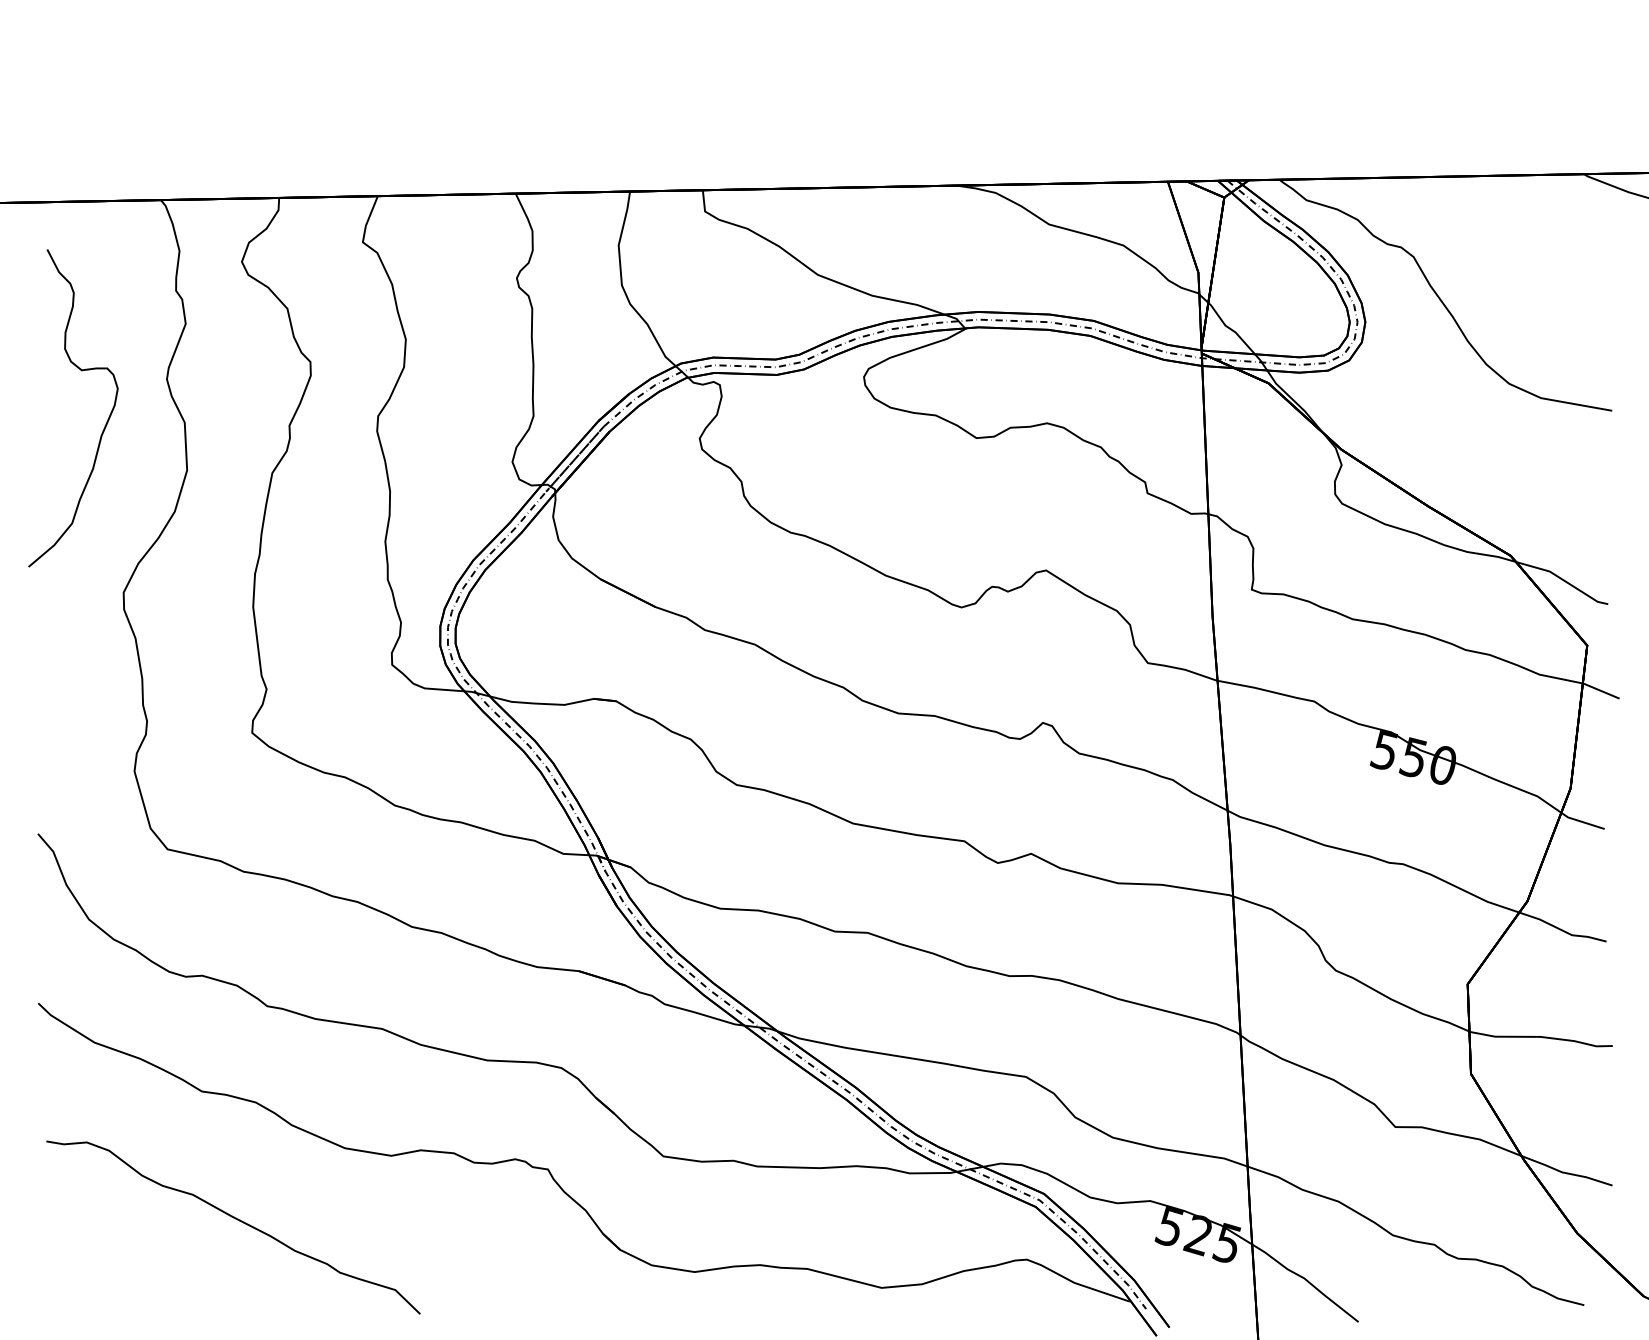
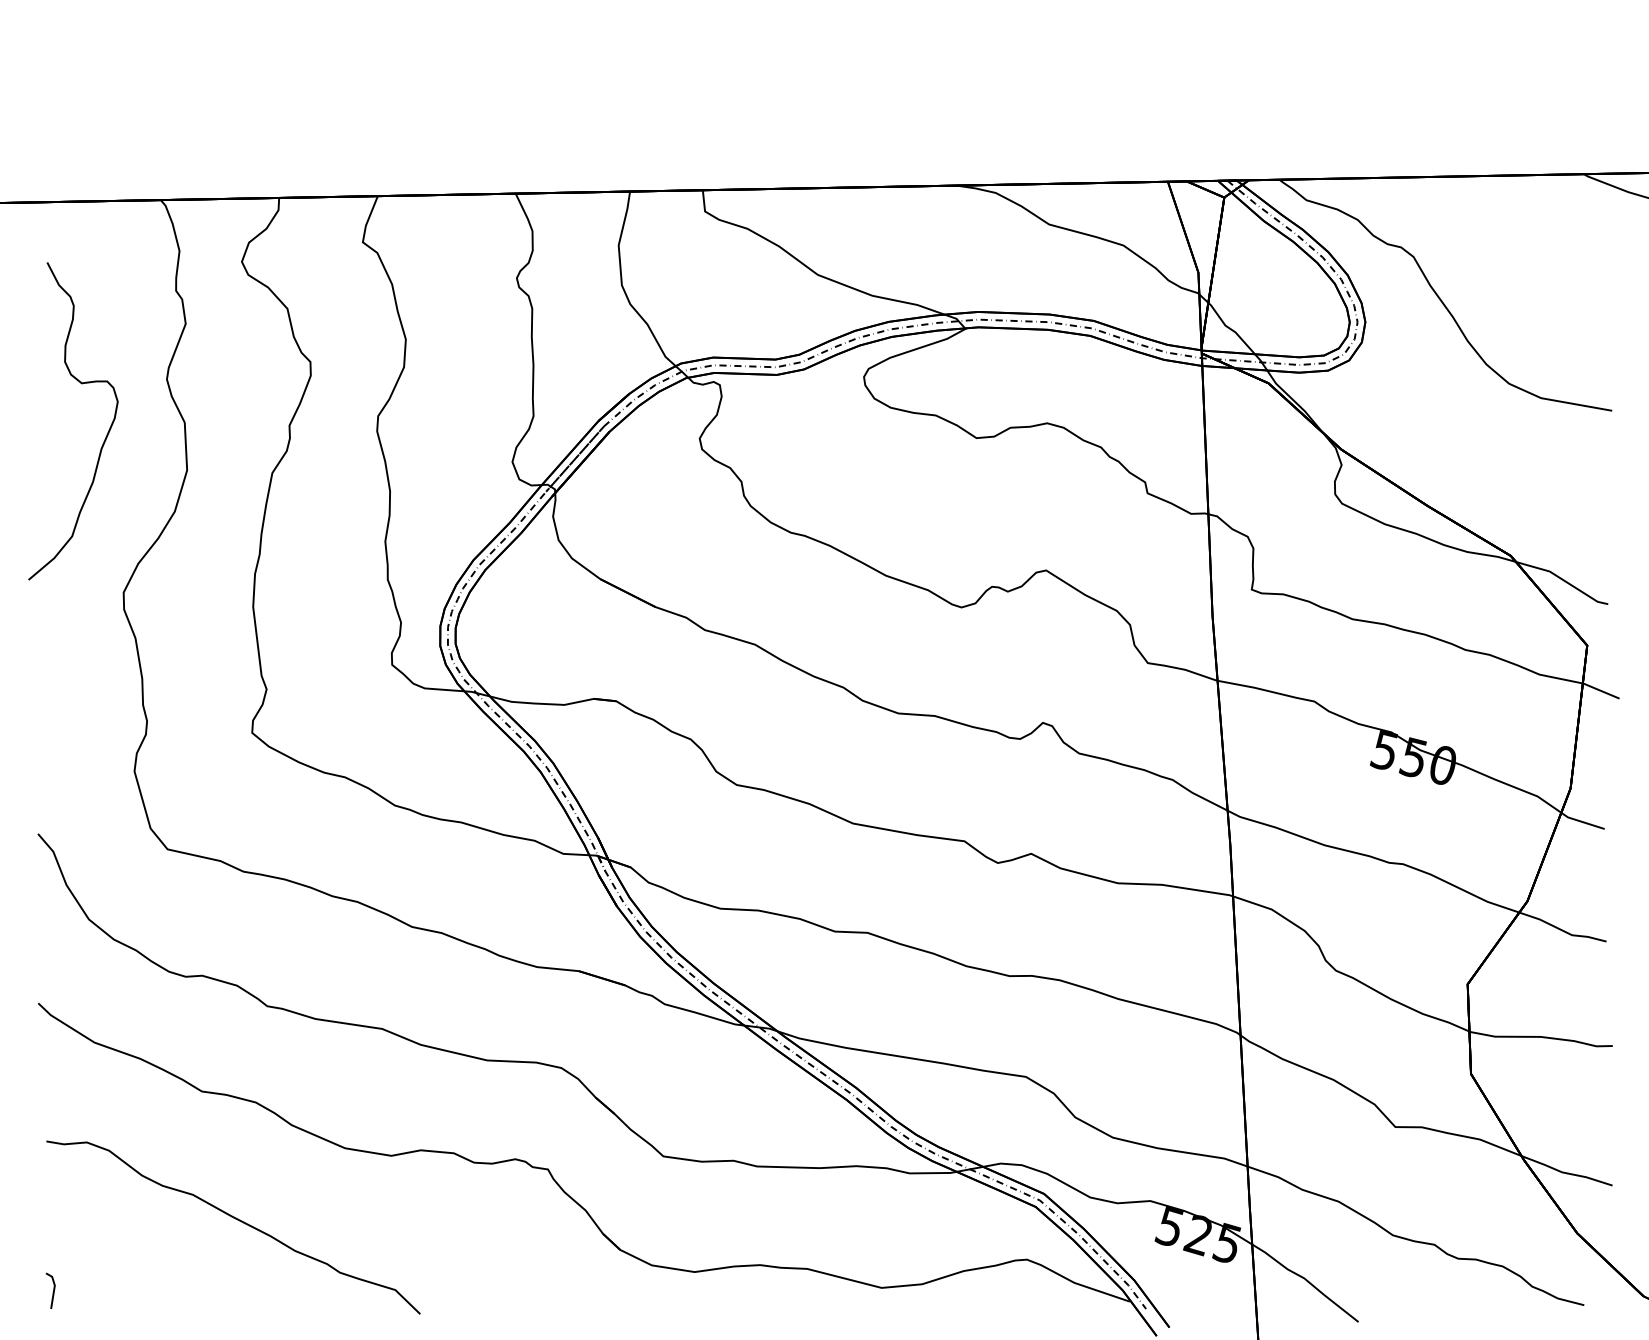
curve at (105, 423) position: (105, 423) -> (105, 436)
line at (52, 1292): none -> present
